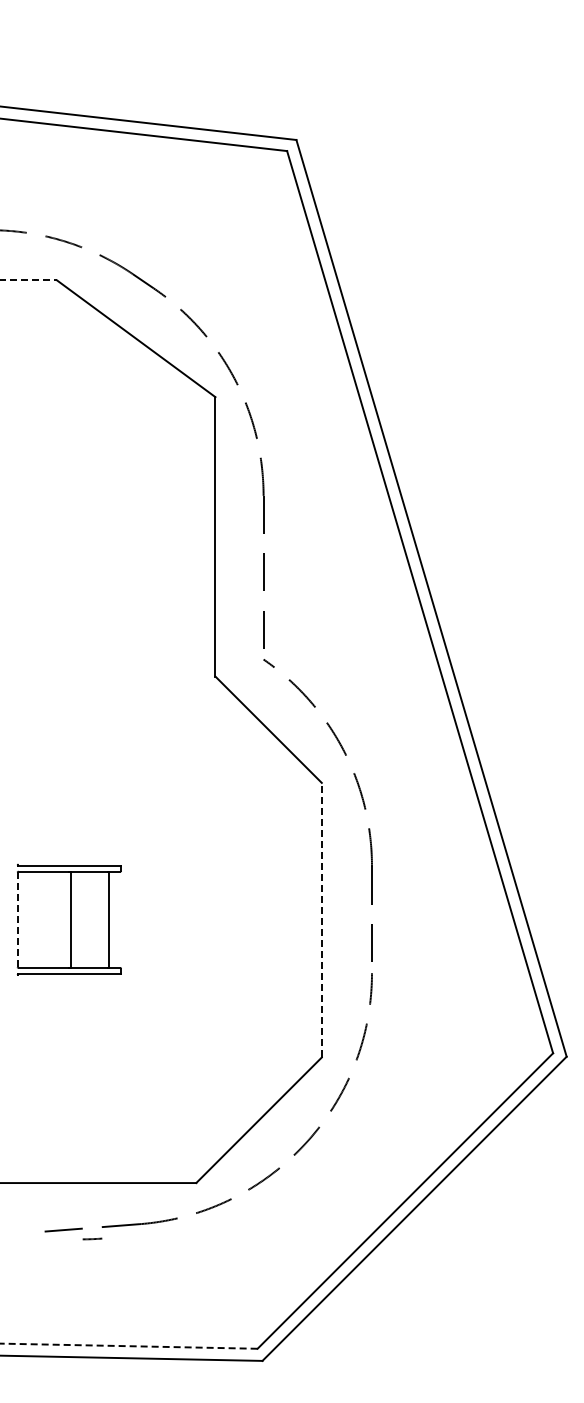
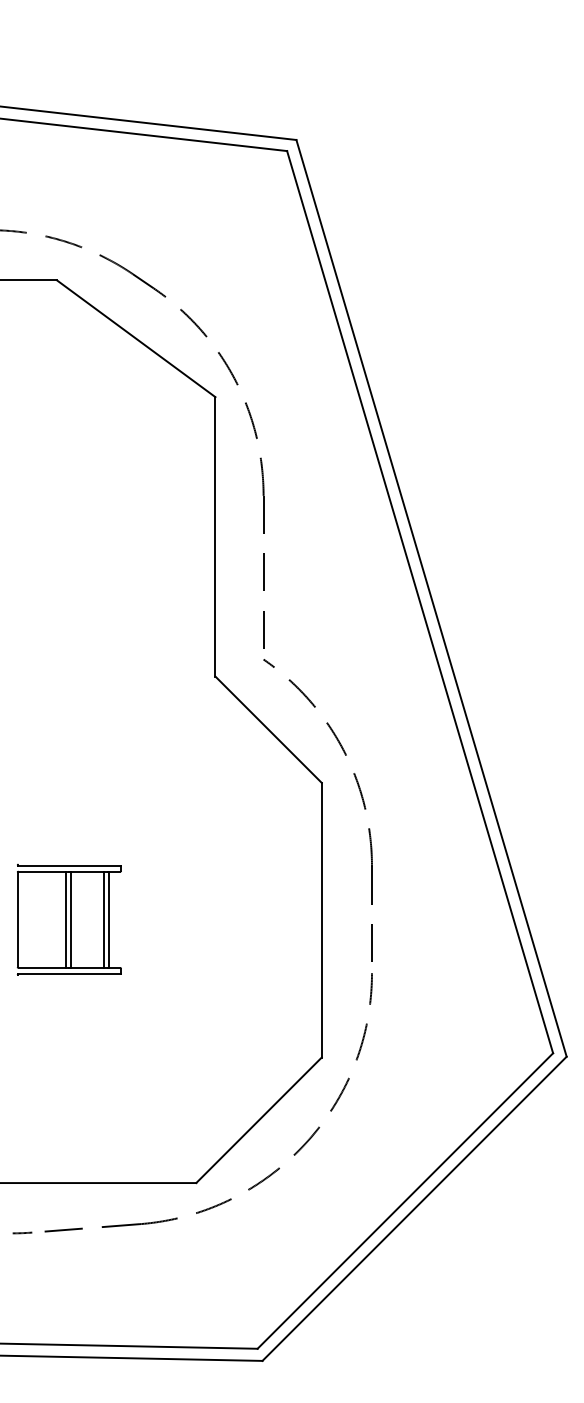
line at (29, 280): dashed -> solid
line at (66, 919): none -> present
line at (103, 919): none -> present
line at (321, 919): dashed -> solid
line at (17, 920): dashed -> solid
line at (92, 1238) position: (92, 1238) -> (22, 1232)
line at (128, 1346): dashed -> solid
